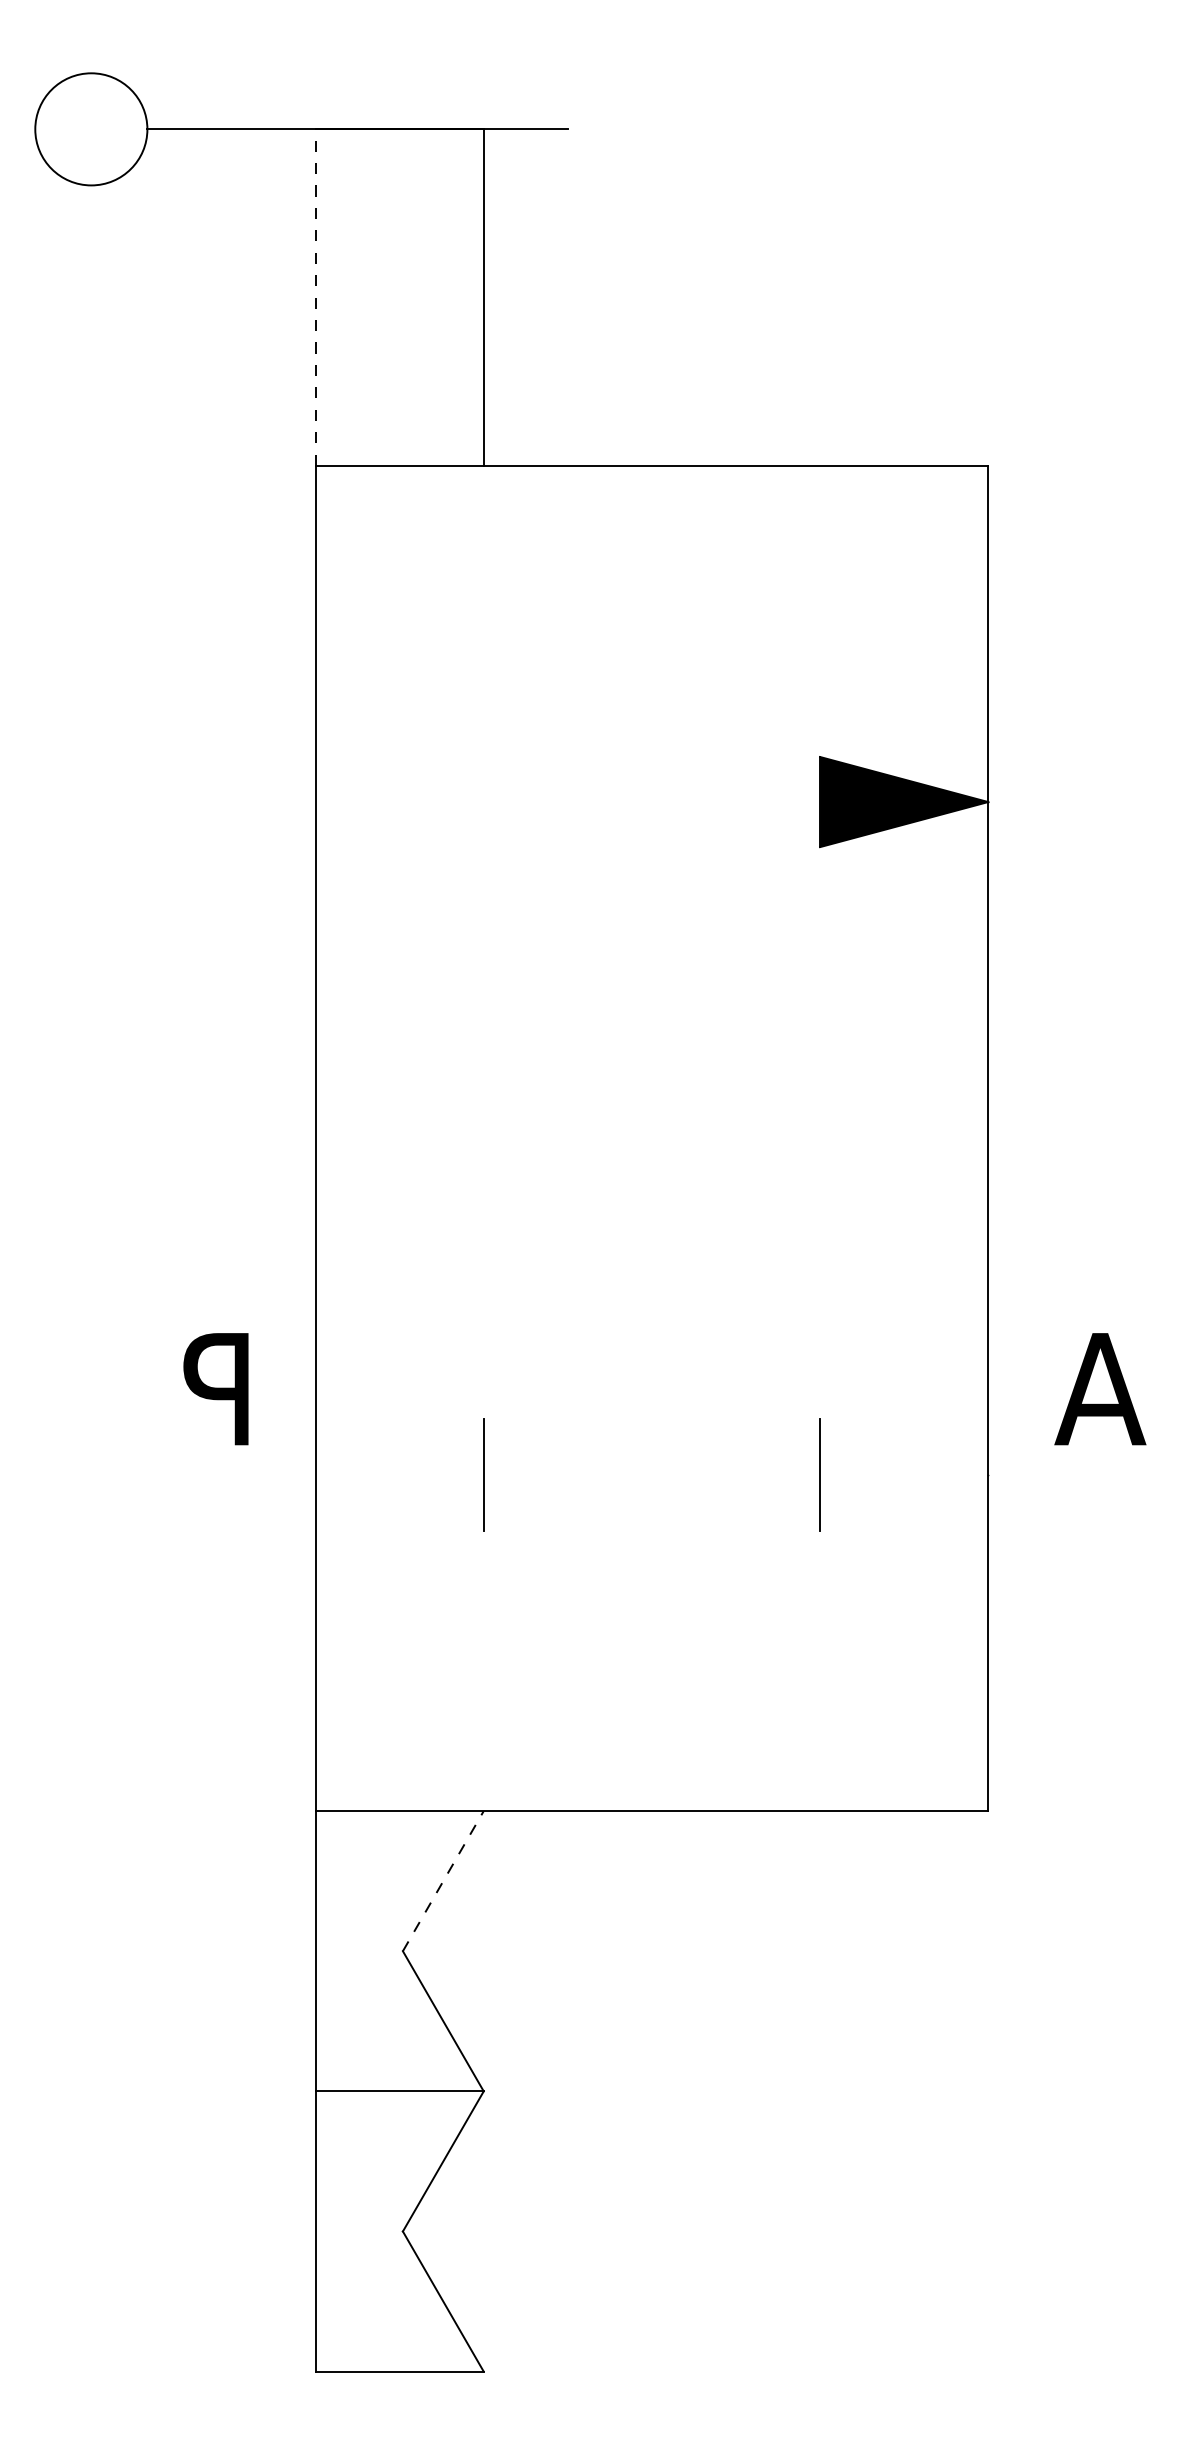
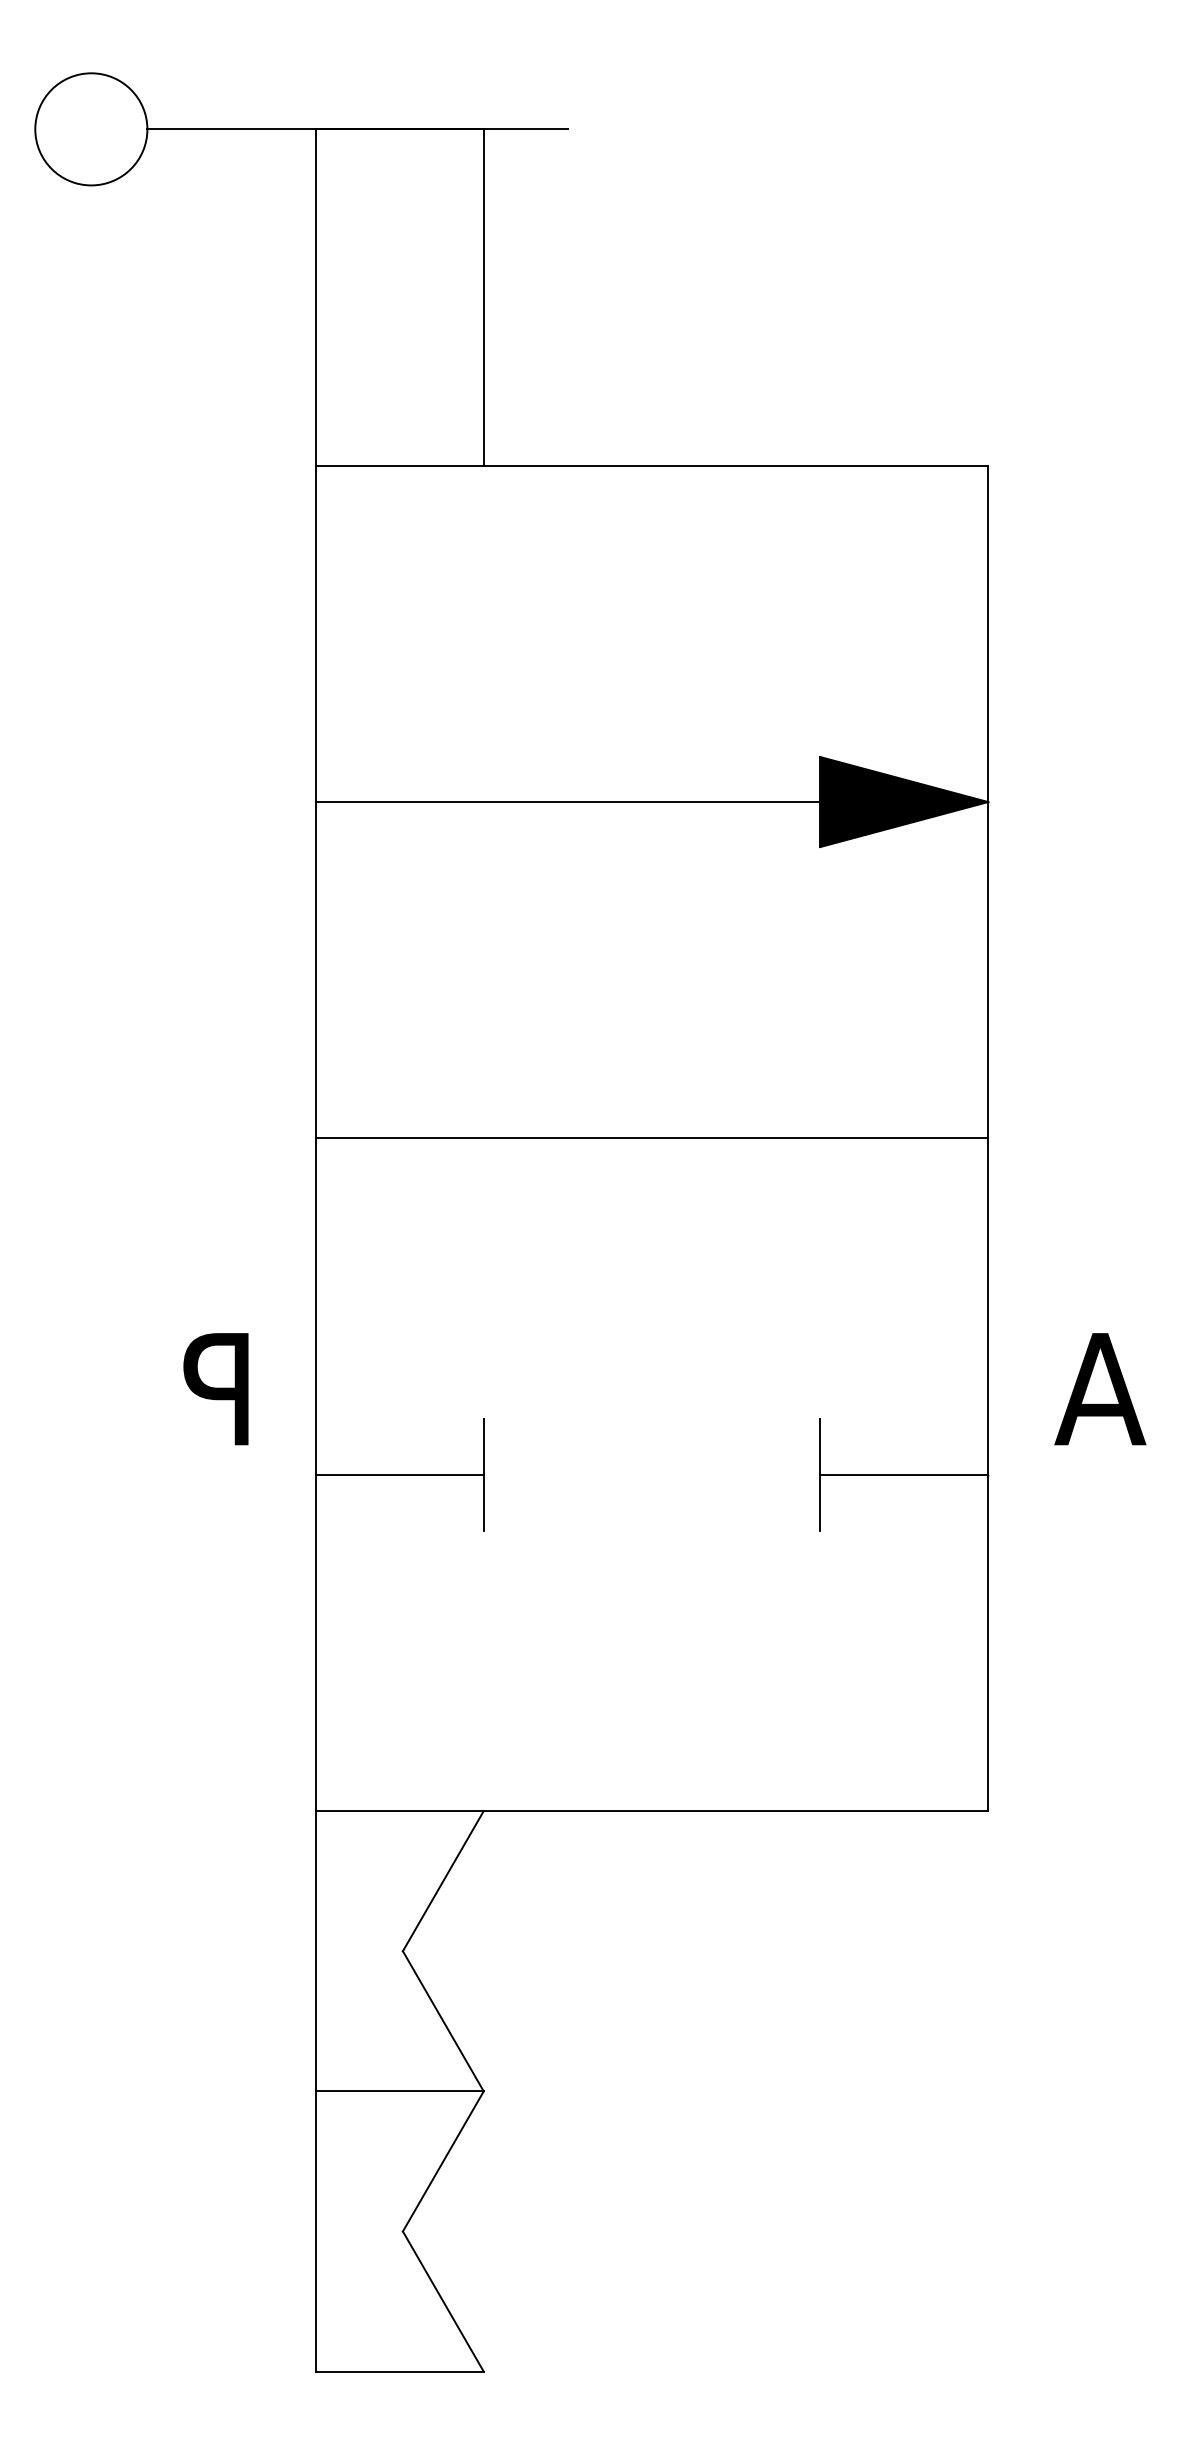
line at (315, 297): dashed -> solid
line at (567, 802): none -> present
line at (651, 1138): none -> present
line at (399, 1474): none -> present
line at (904, 1474): none -> present
line at (443, 1881): dashed -> solid
